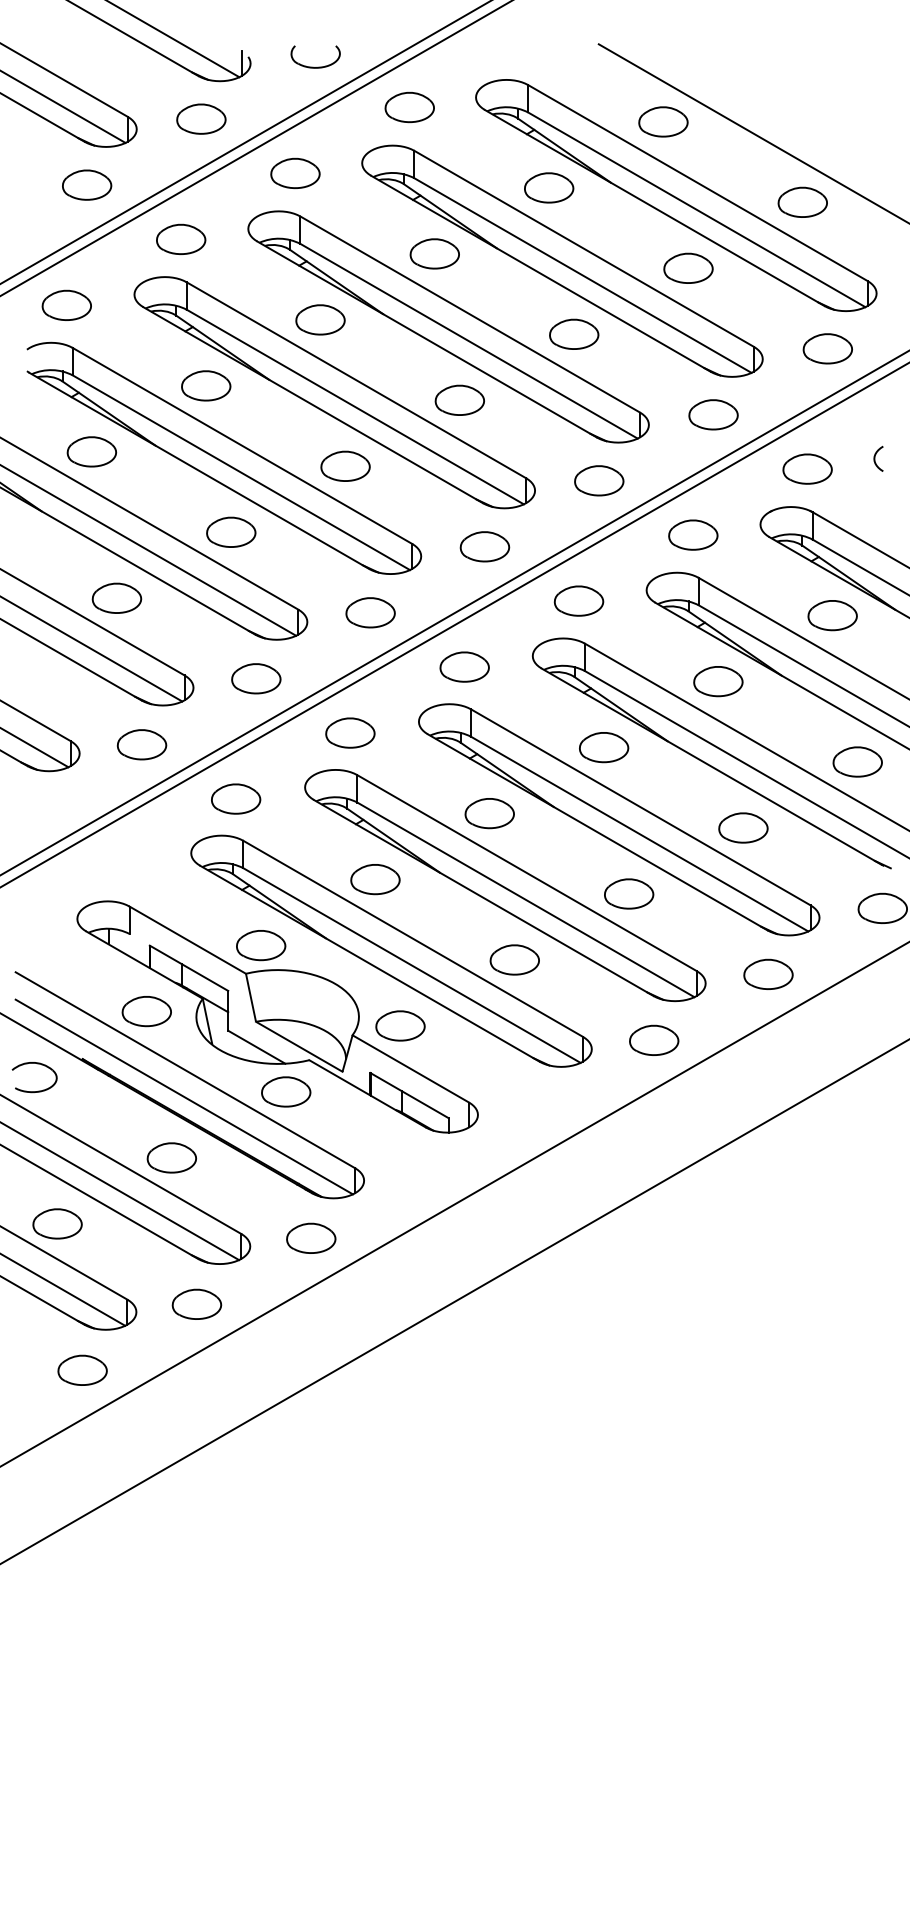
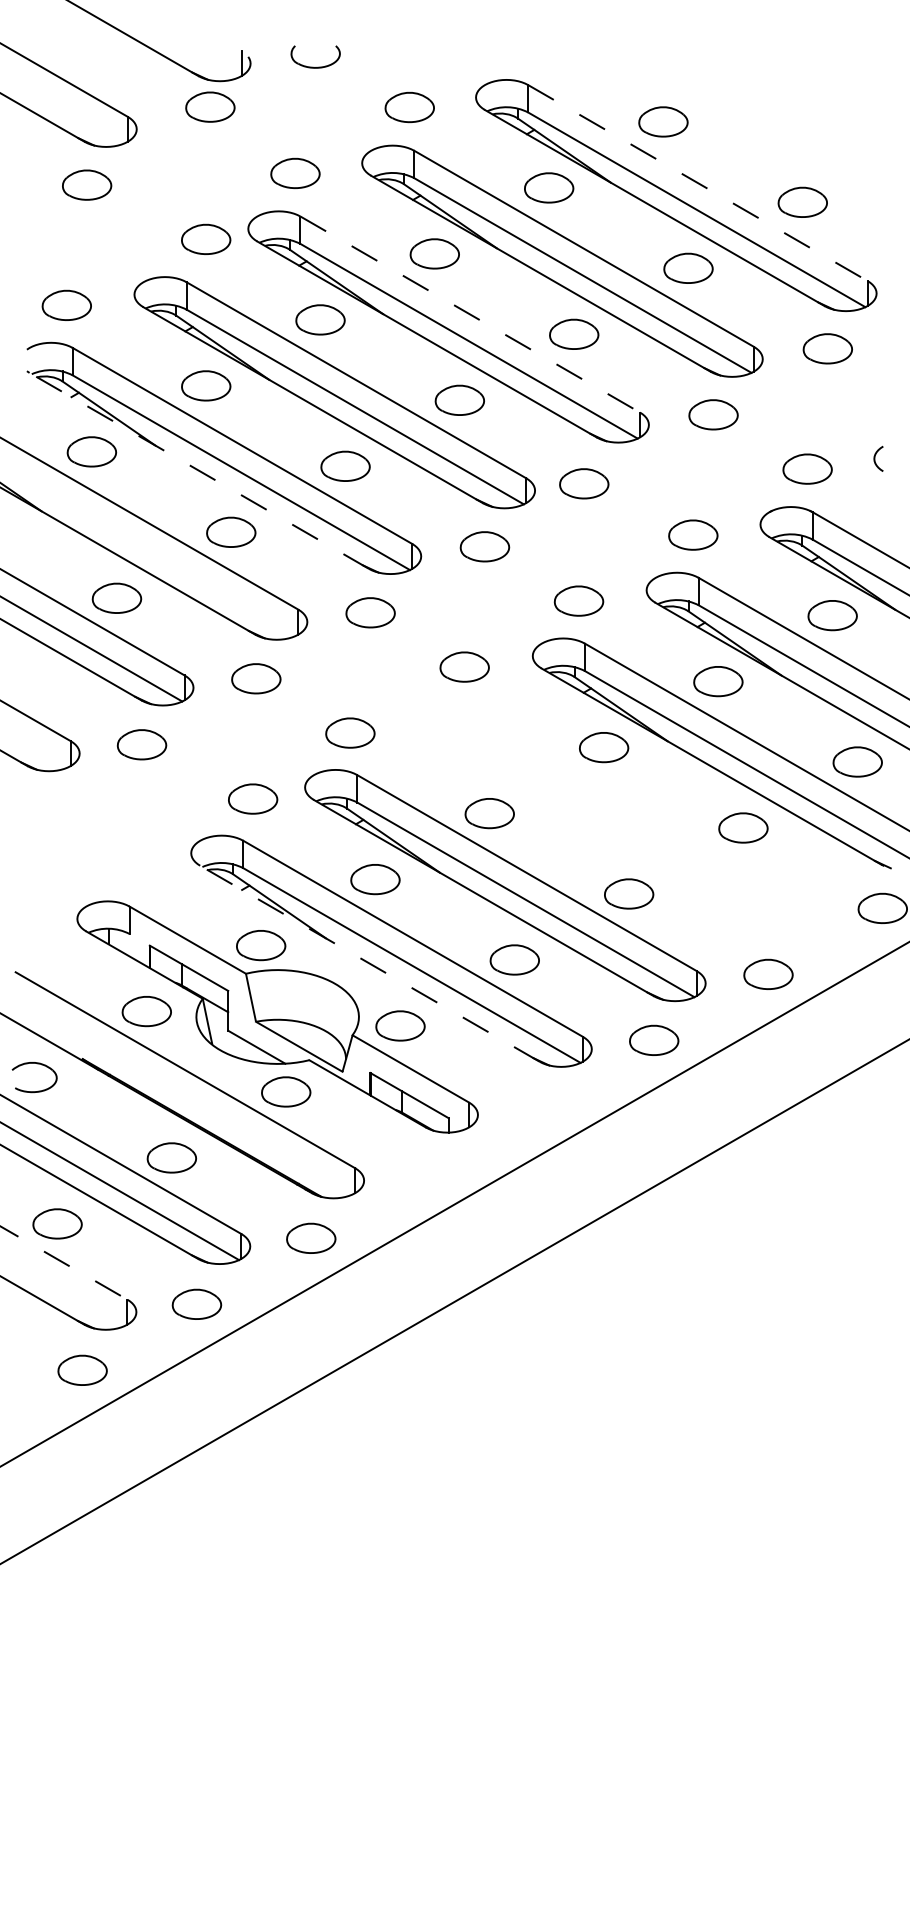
line at (174, 39): present -> none
line at (63, 106): present -> none
part at (201, 118) position: (201, 118) -> (210, 106)
line at (752, 132): present -> none
line at (245, 142): present -> none
line at (255, 148): present -> none
line at (698, 183): solid -> dashed
part at (181, 238) position: (181, 238) -> (206, 238)
line at (470, 314): solid -> dashed
line at (198, 470): solid -> dashed
part at (599, 480) position: (599, 480) -> (584, 483)
line at (149, 550): present -> none
line at (454, 613): present -> none
line at (454, 625): present -> none
line at (35, 748): present -> none
part at (236, 798) position: (236, 798) -> (253, 798)
part at (619, 819): present -> none
line at (369, 963): solid -> dashed
line at (183, 1096): present -> none
line at (64, 1263): solid -> dashed
line at (63, 1289): present -> none
